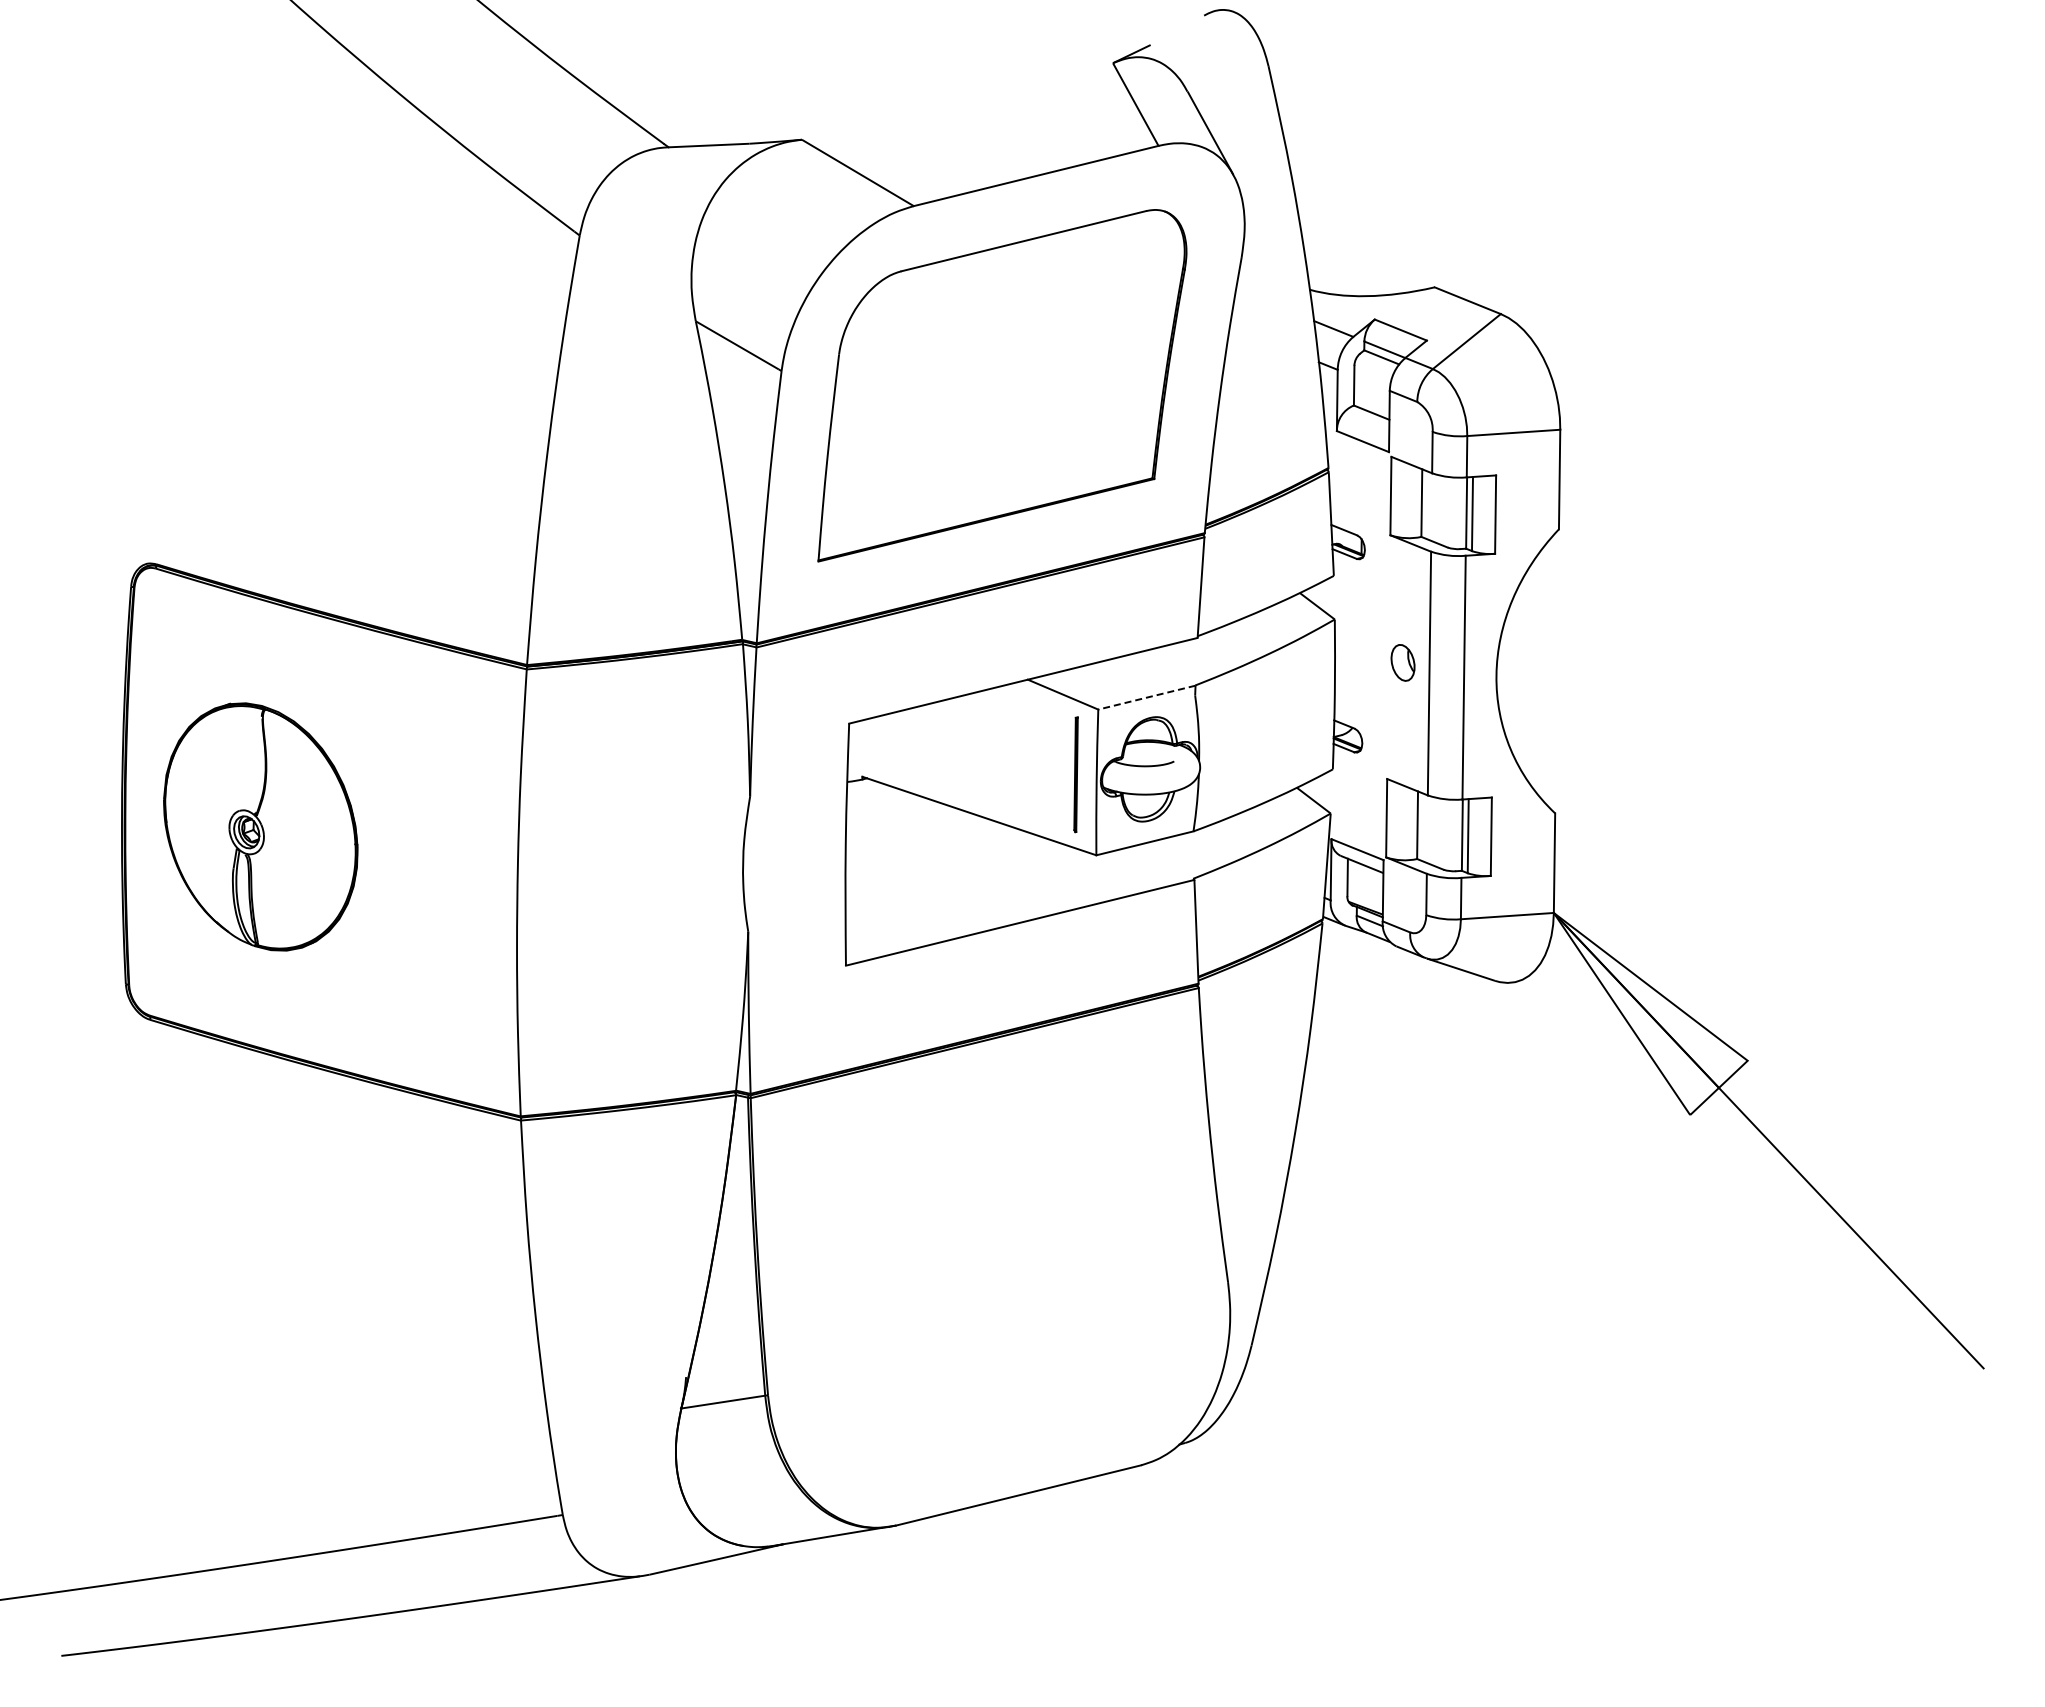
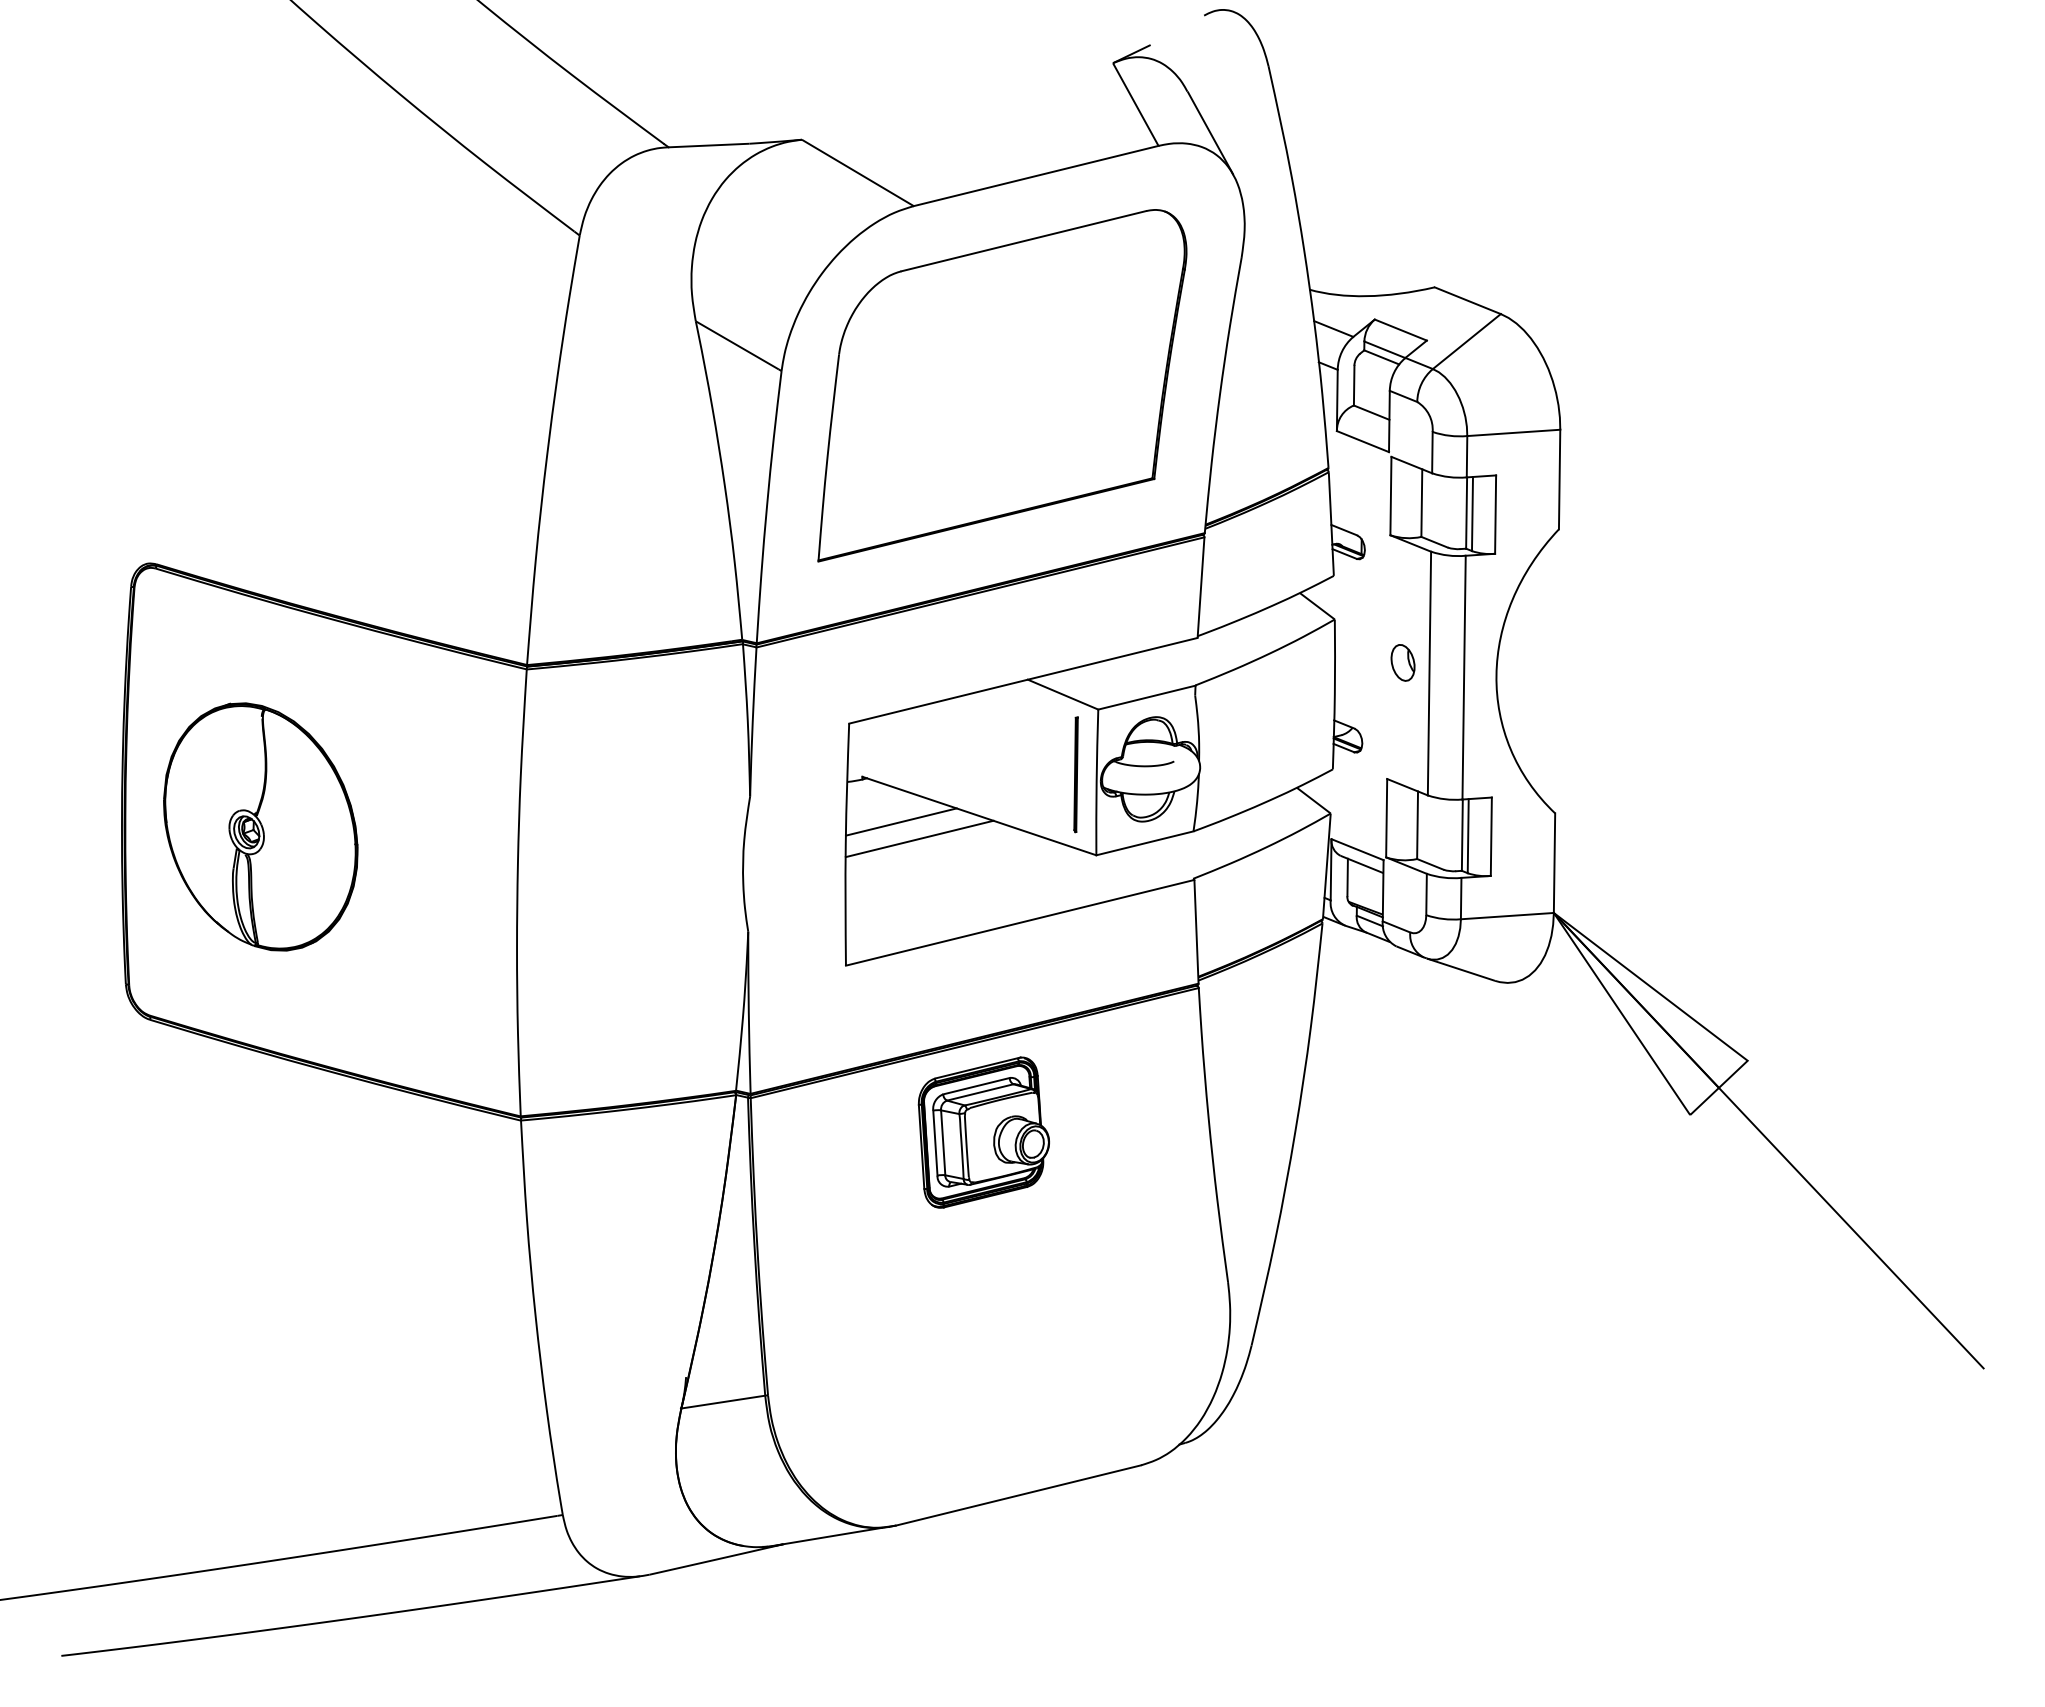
line at (1146, 697): dashed -> solid
line at (901, 821): none -> present
line at (919, 838): none -> present
part at (983, 1132): none -> present
